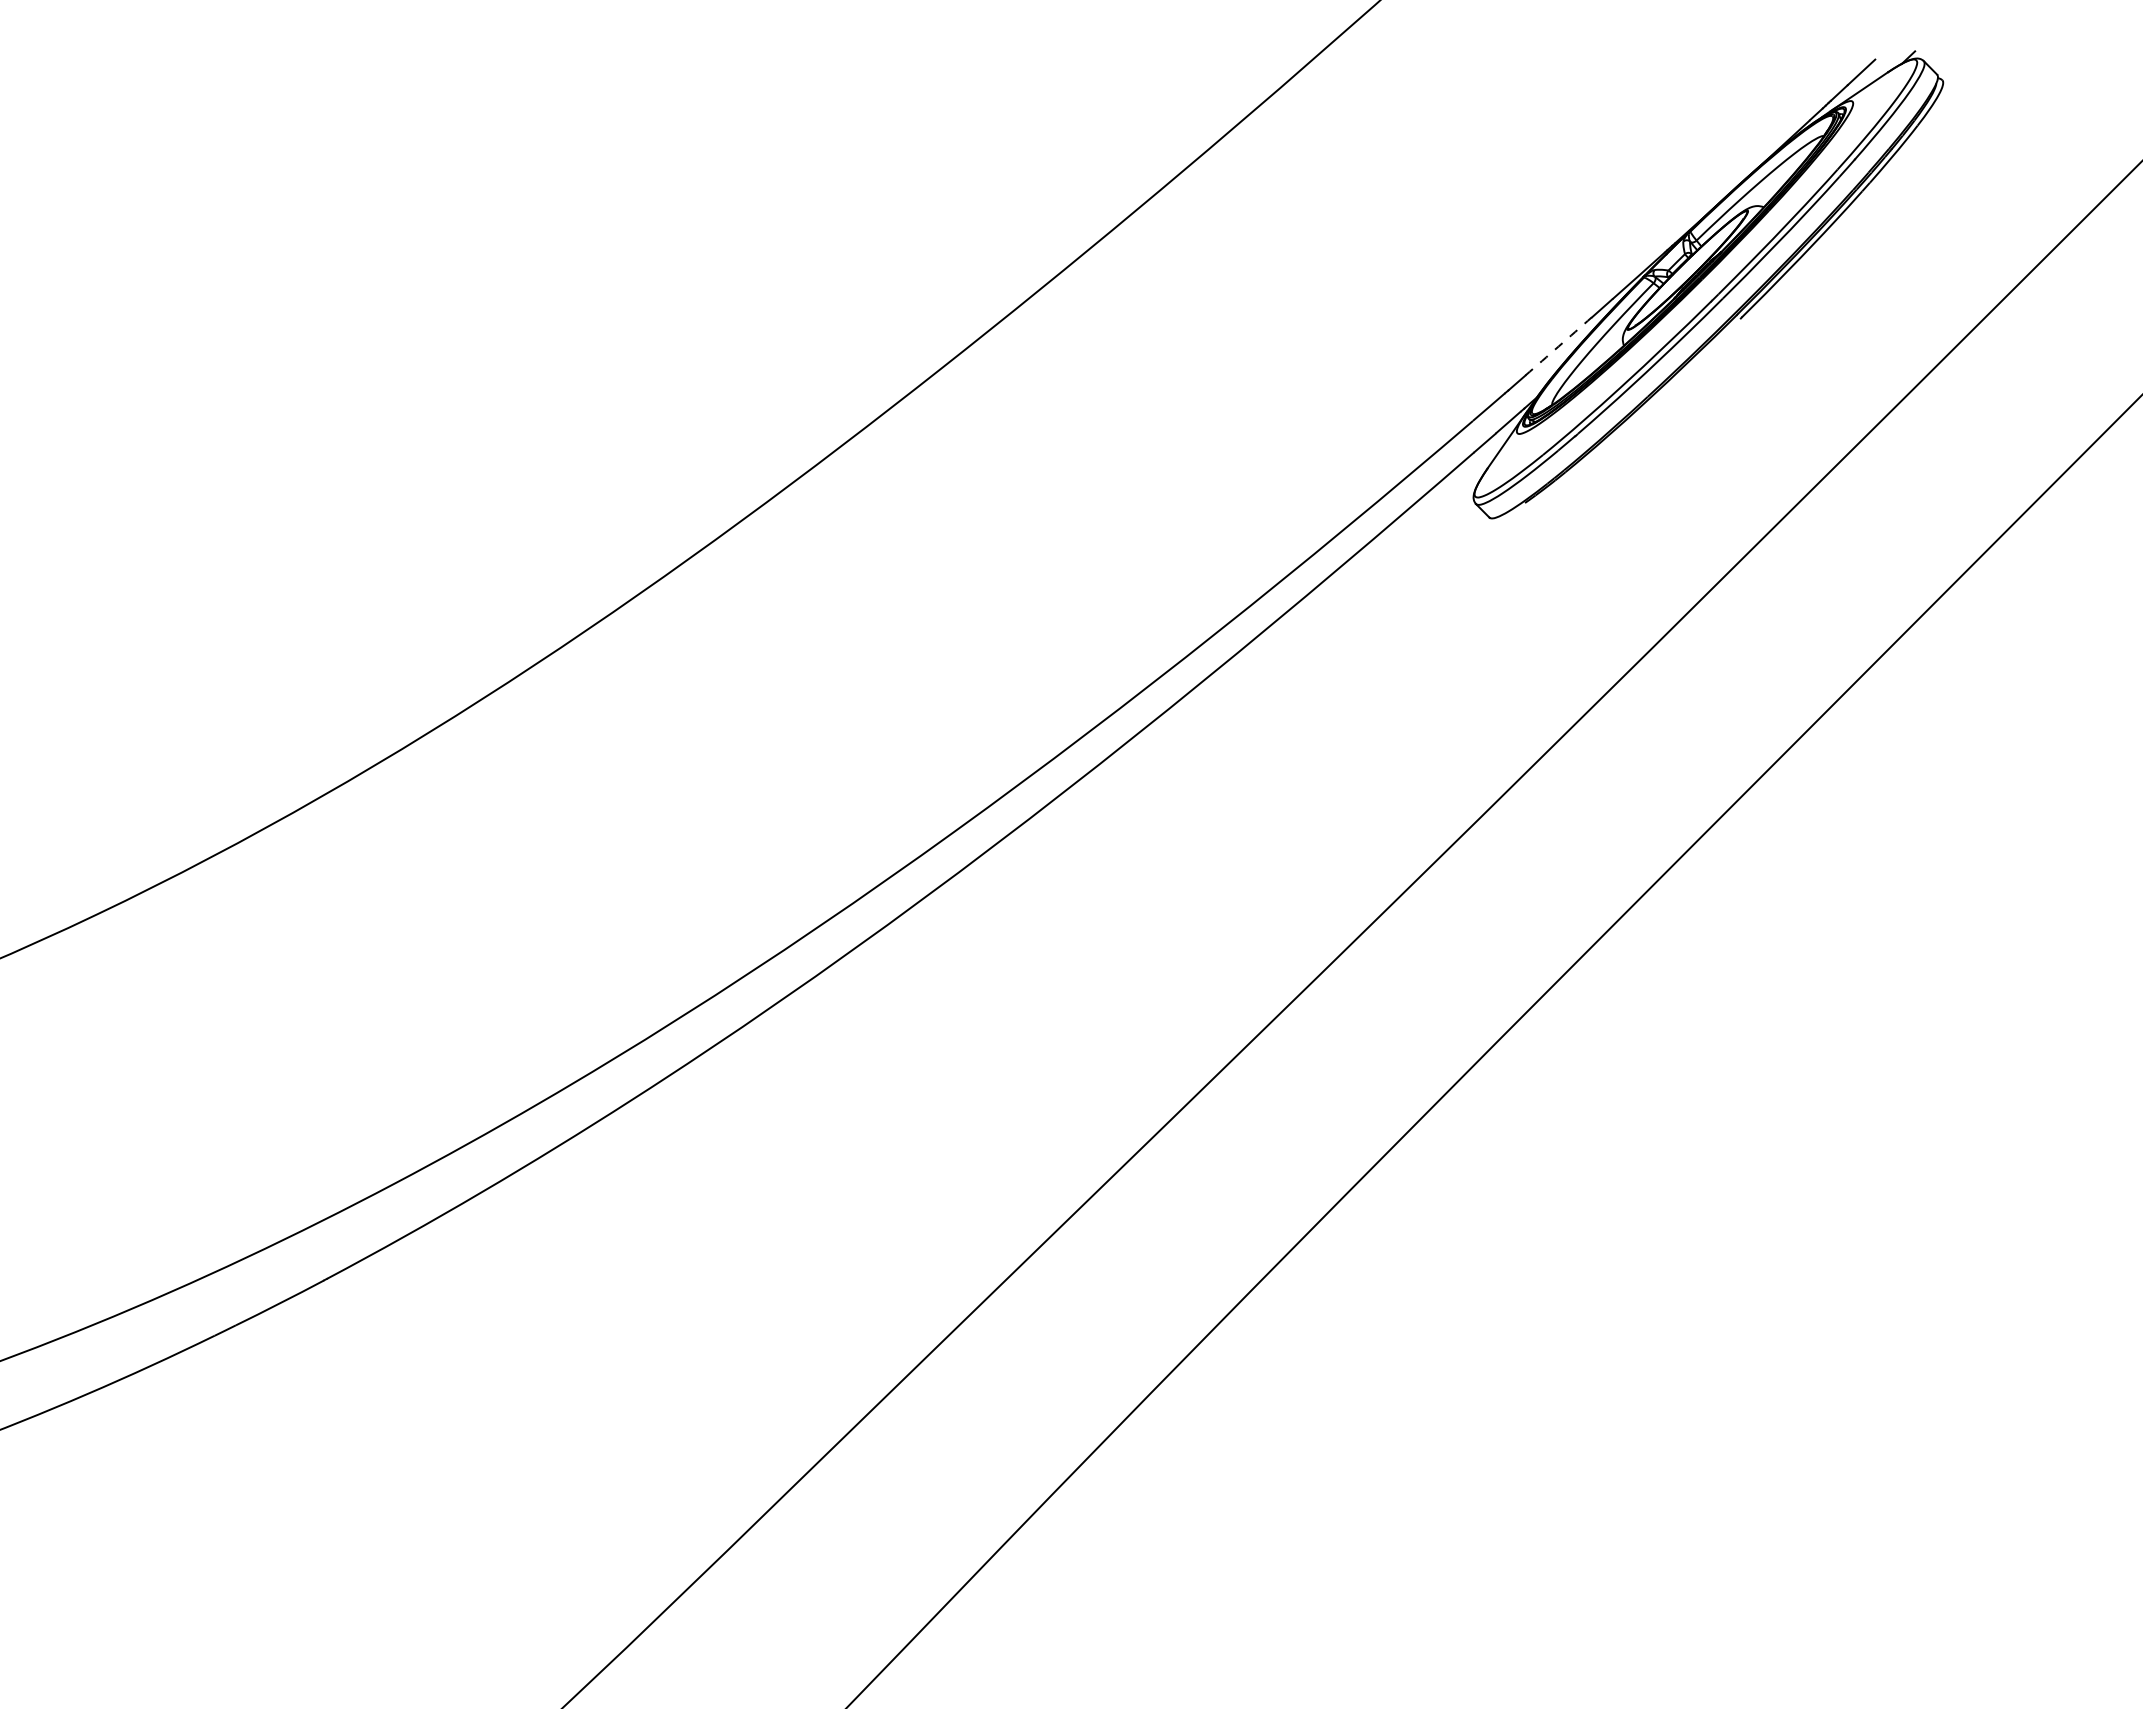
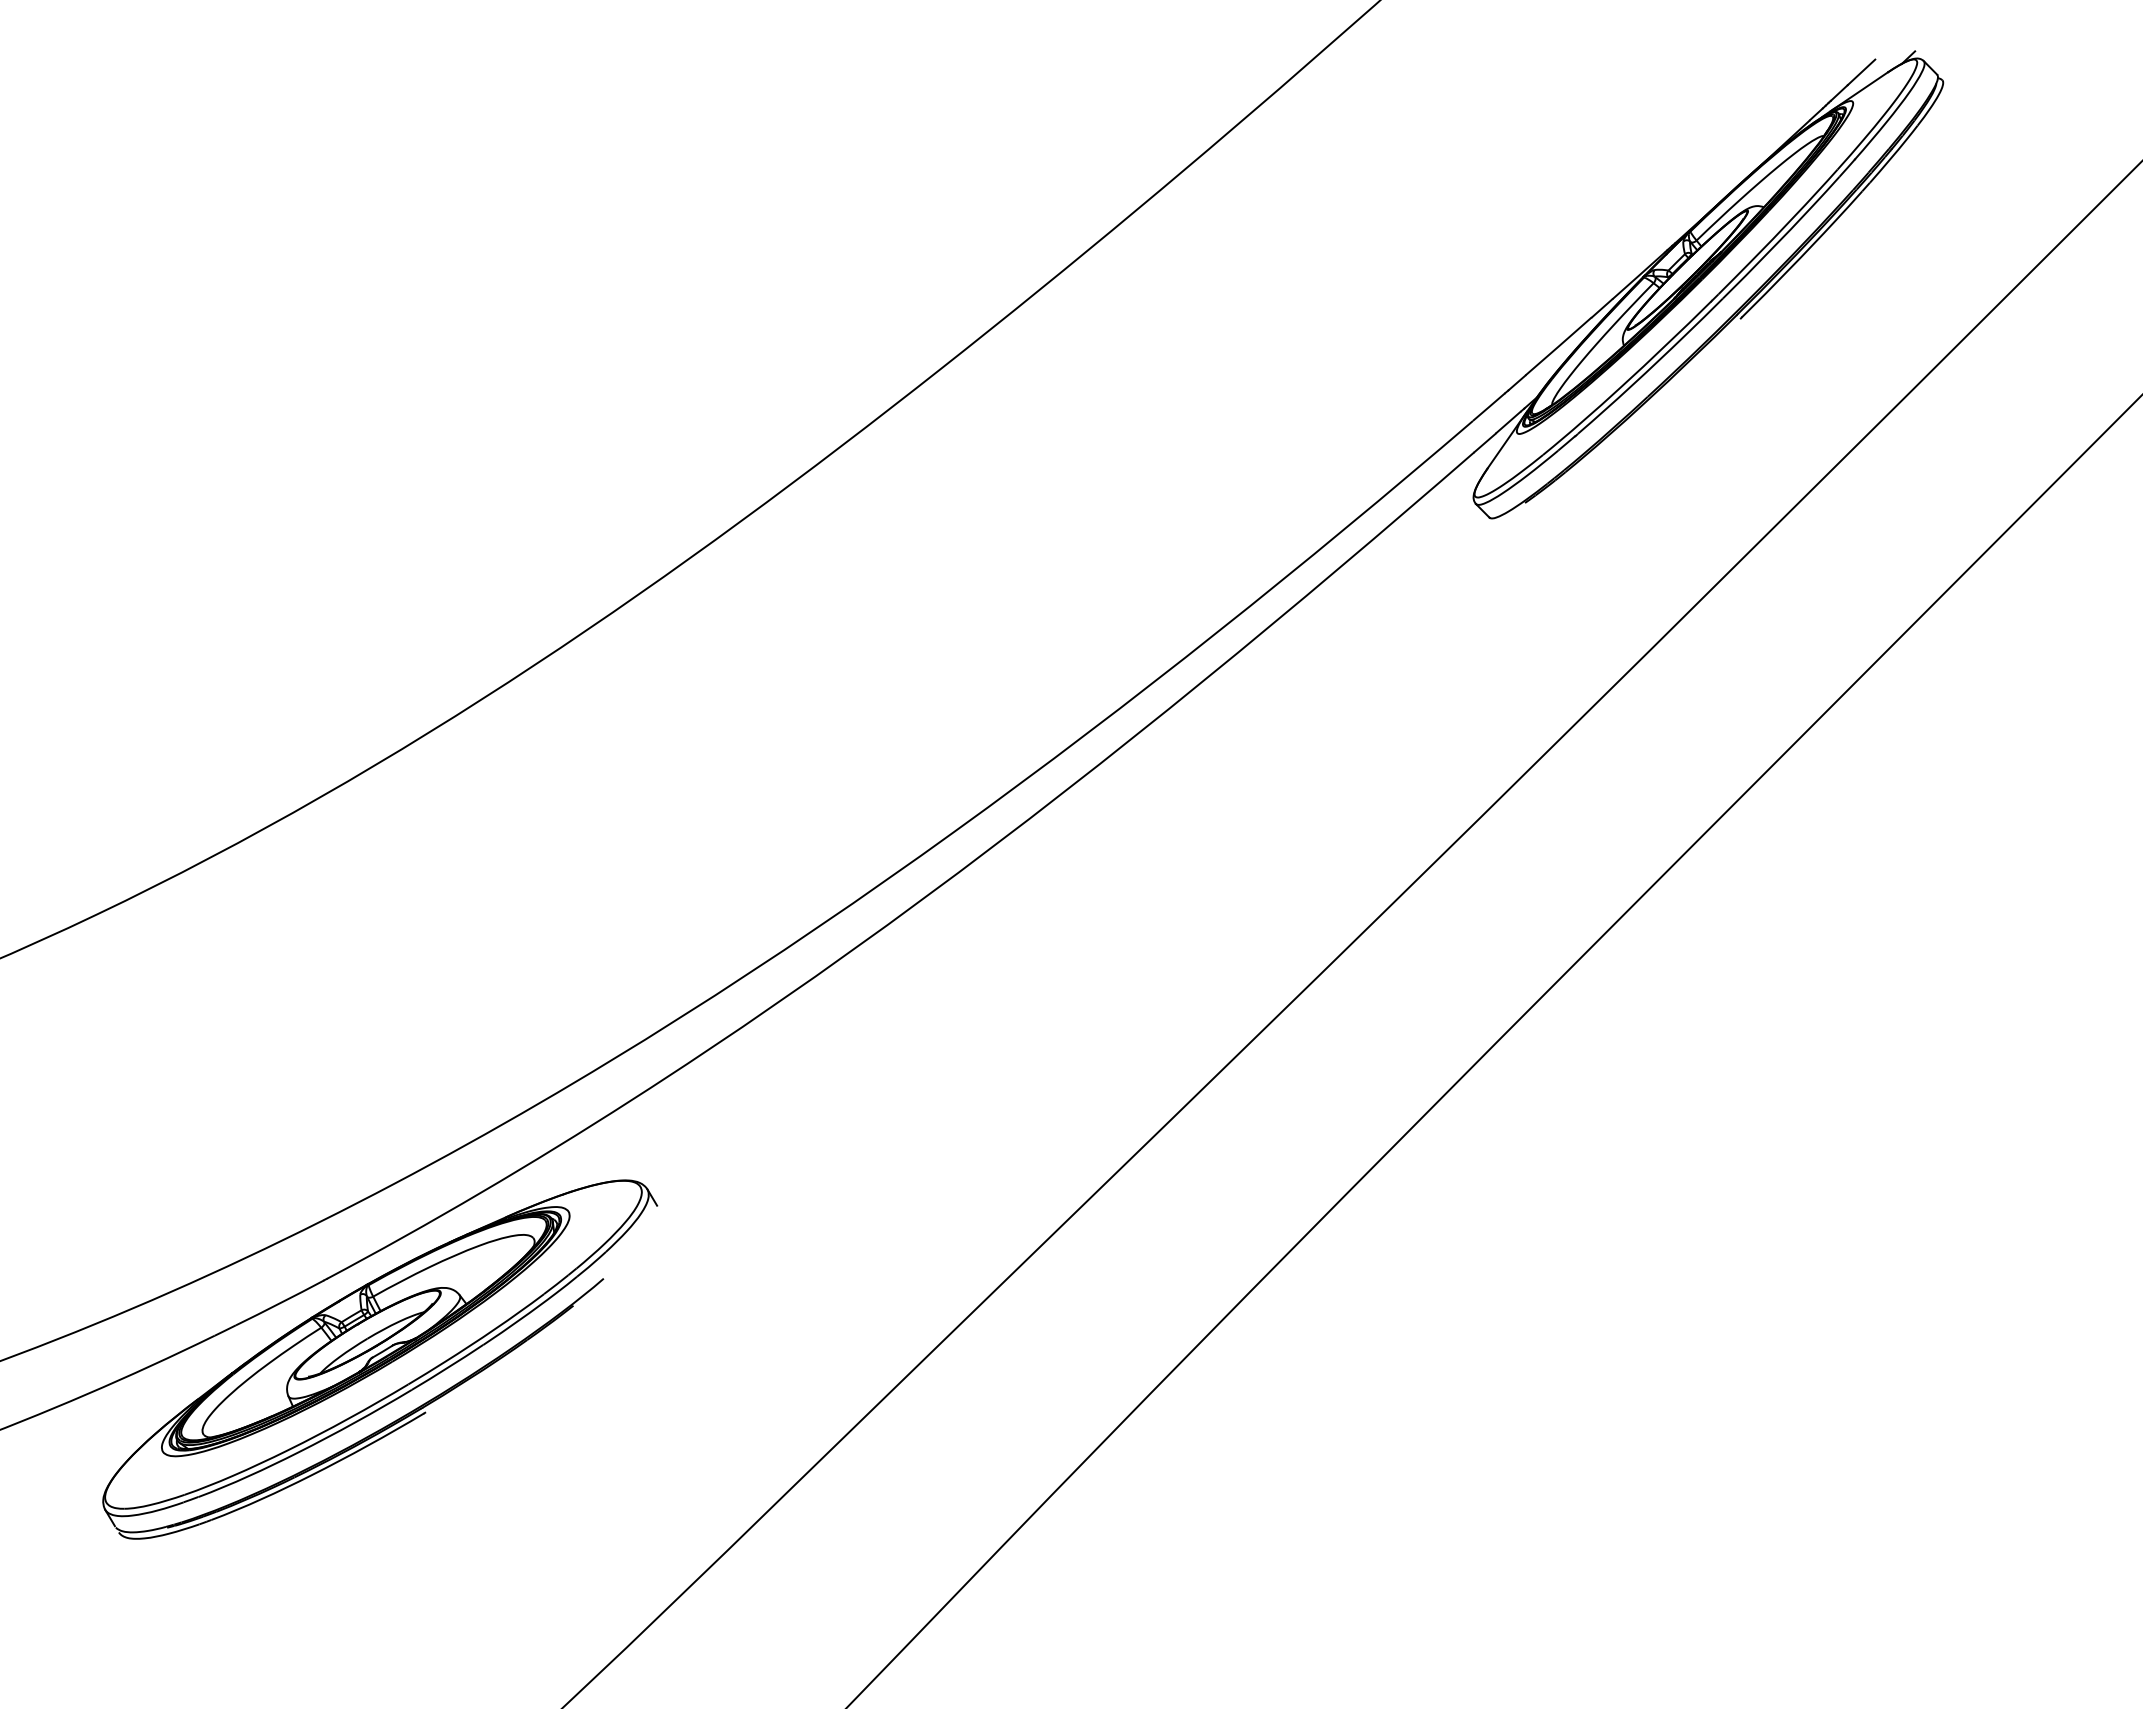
arc at (1558, 346): dashed -> solid
part at (380, 1359): none -> present
